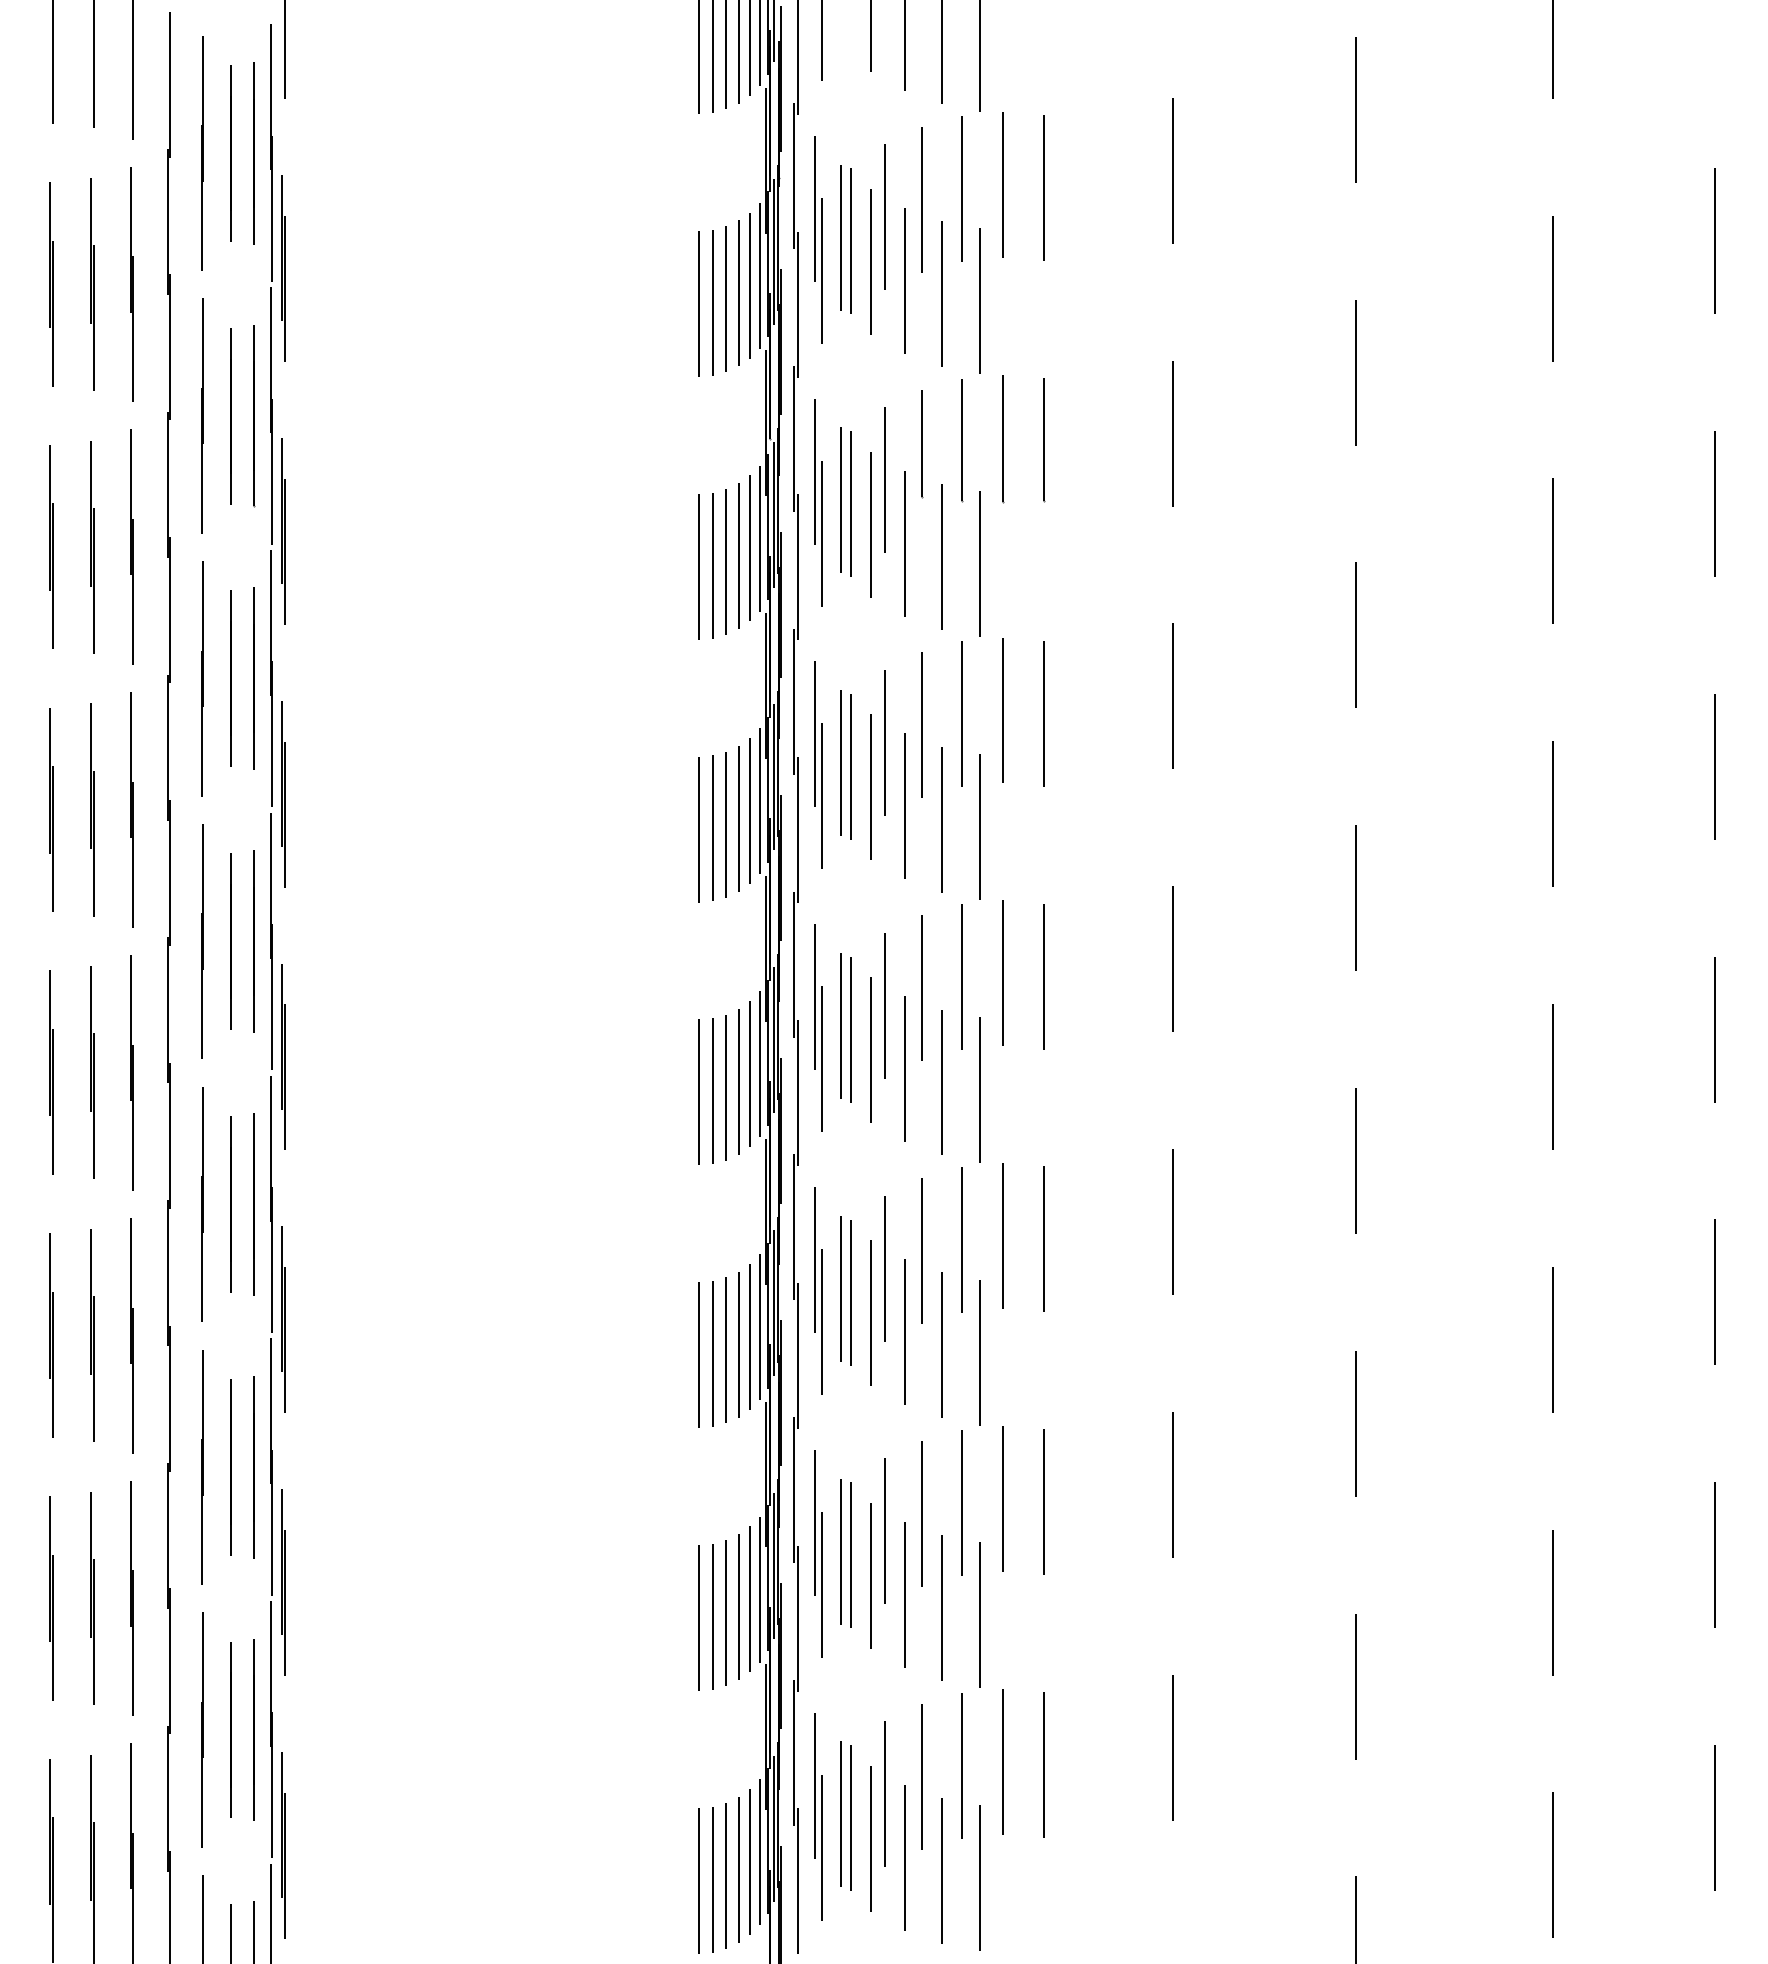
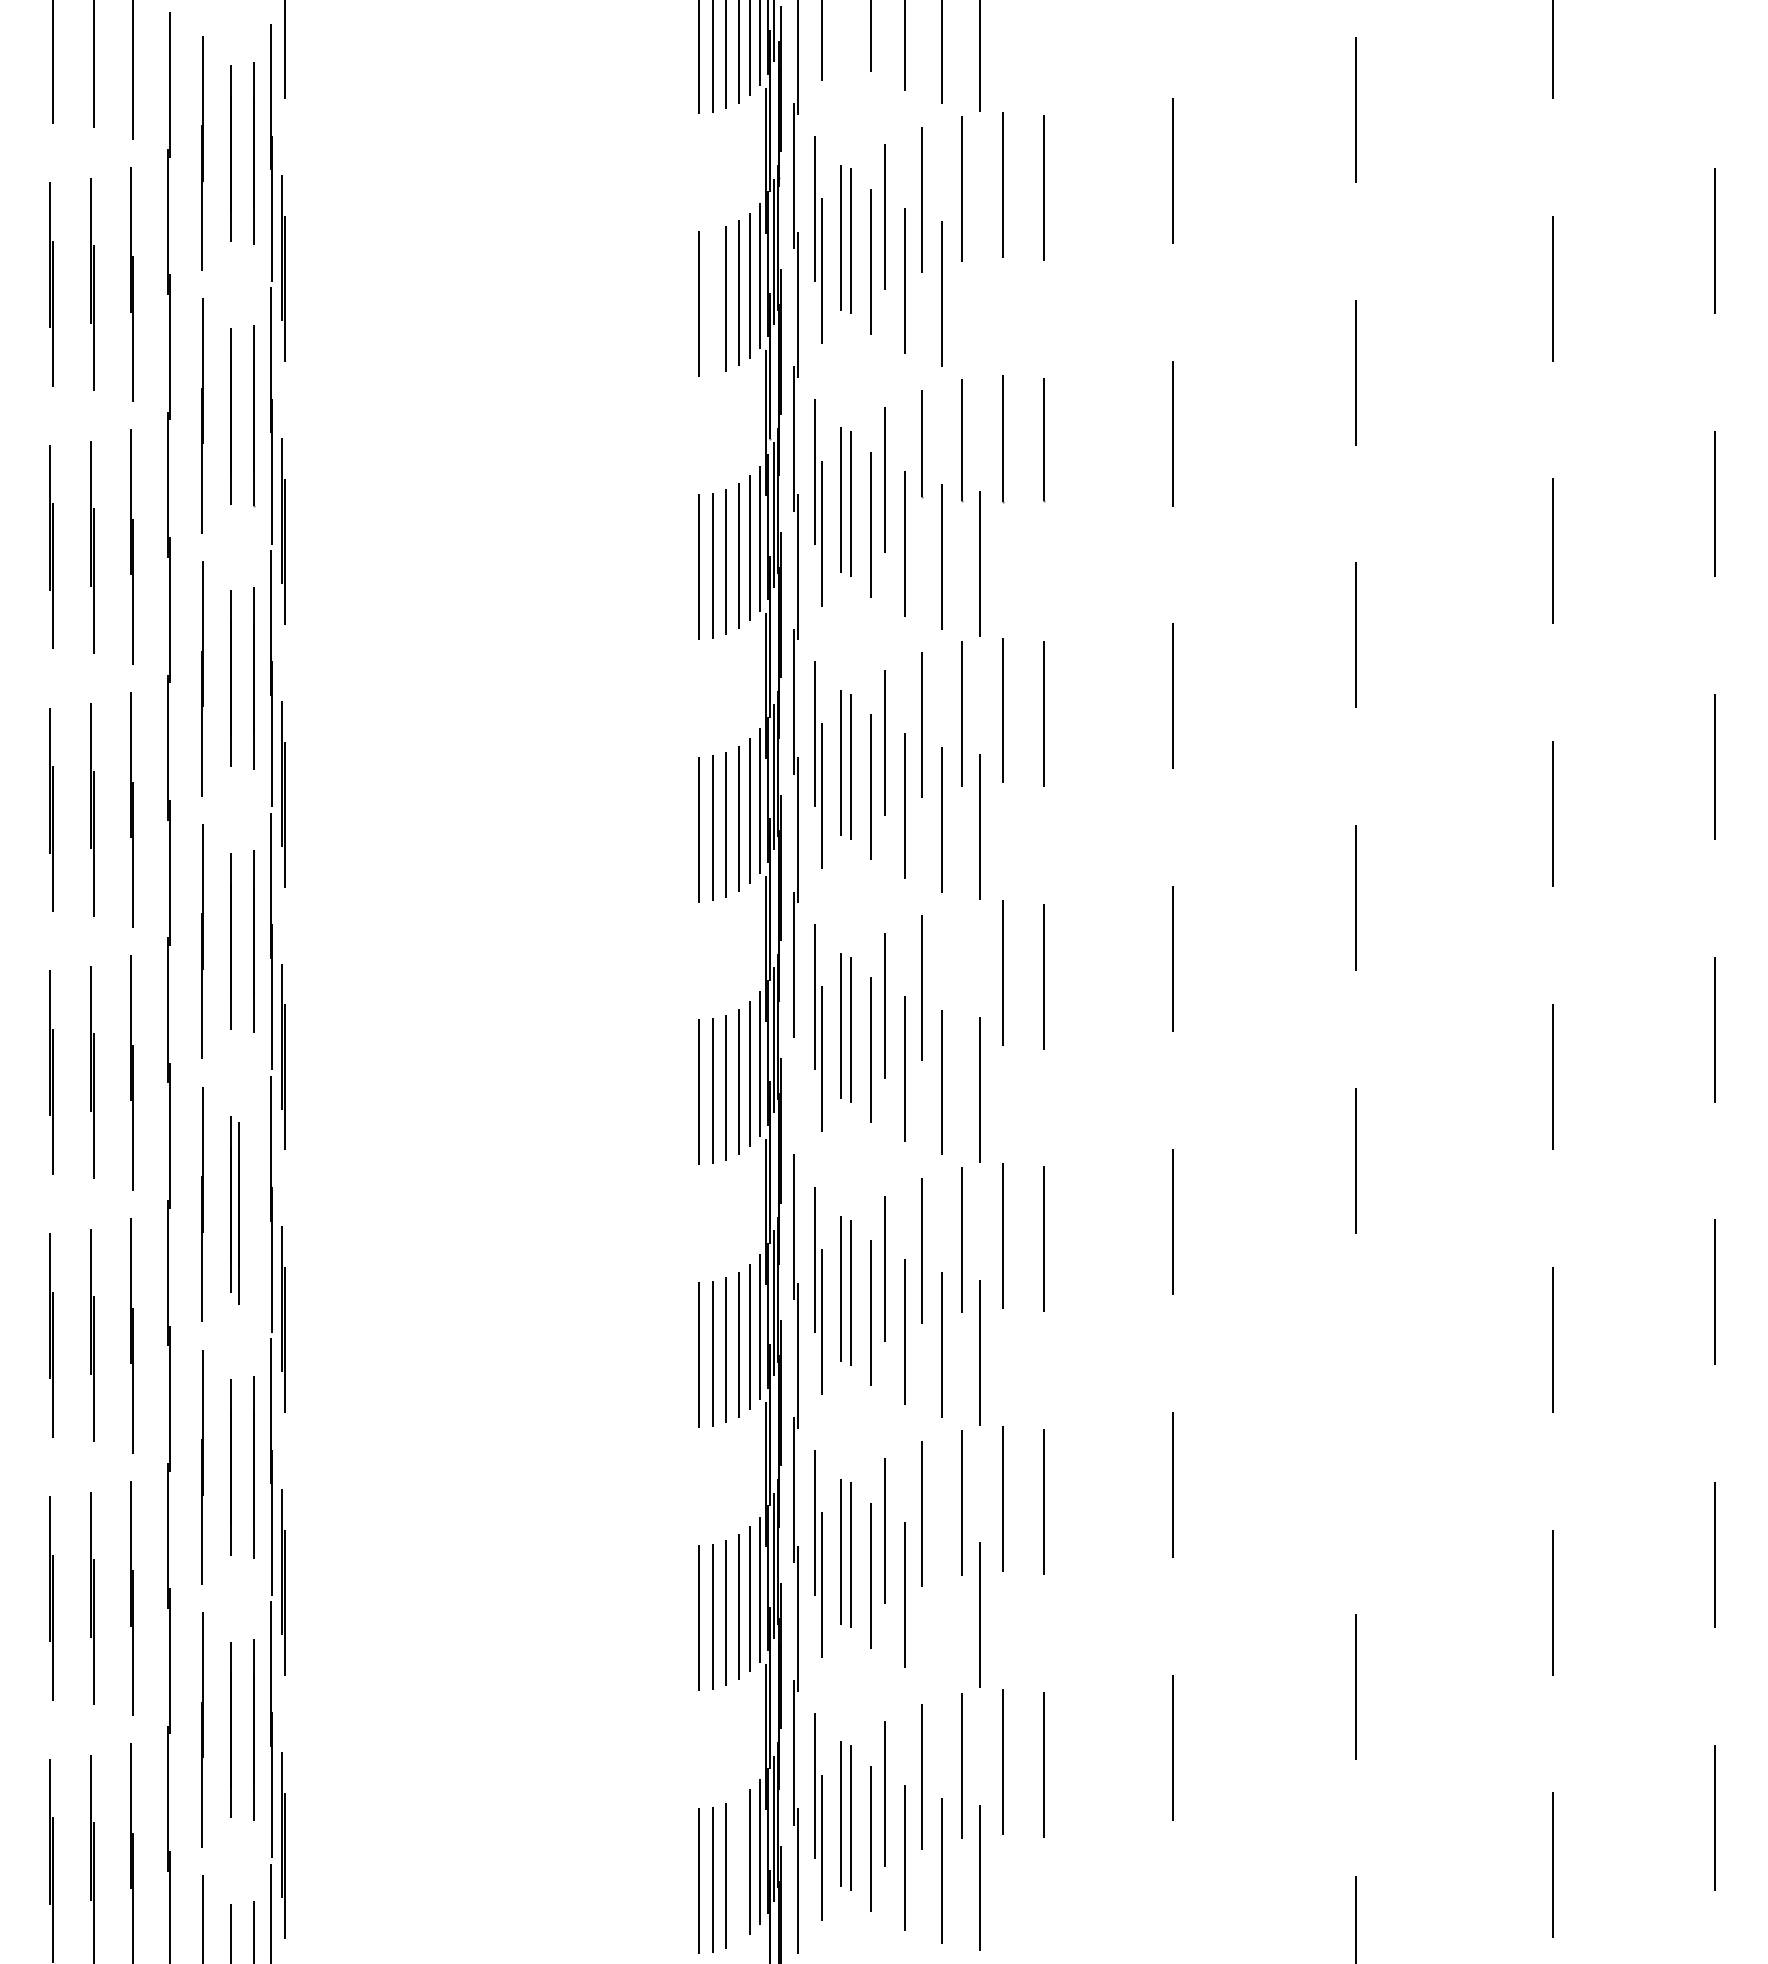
line at (979, 301): present -> none
line at (713, 302): present -> none
line at (961, 977): present -> none
line at (798, 1093): present -> none
line at (253, 1204) position: (253, 1204) -> (238, 1213)
line at (1355, 1423): present -> none
line at (941, 1608): present -> none
line at (739, 1870): present -> none
